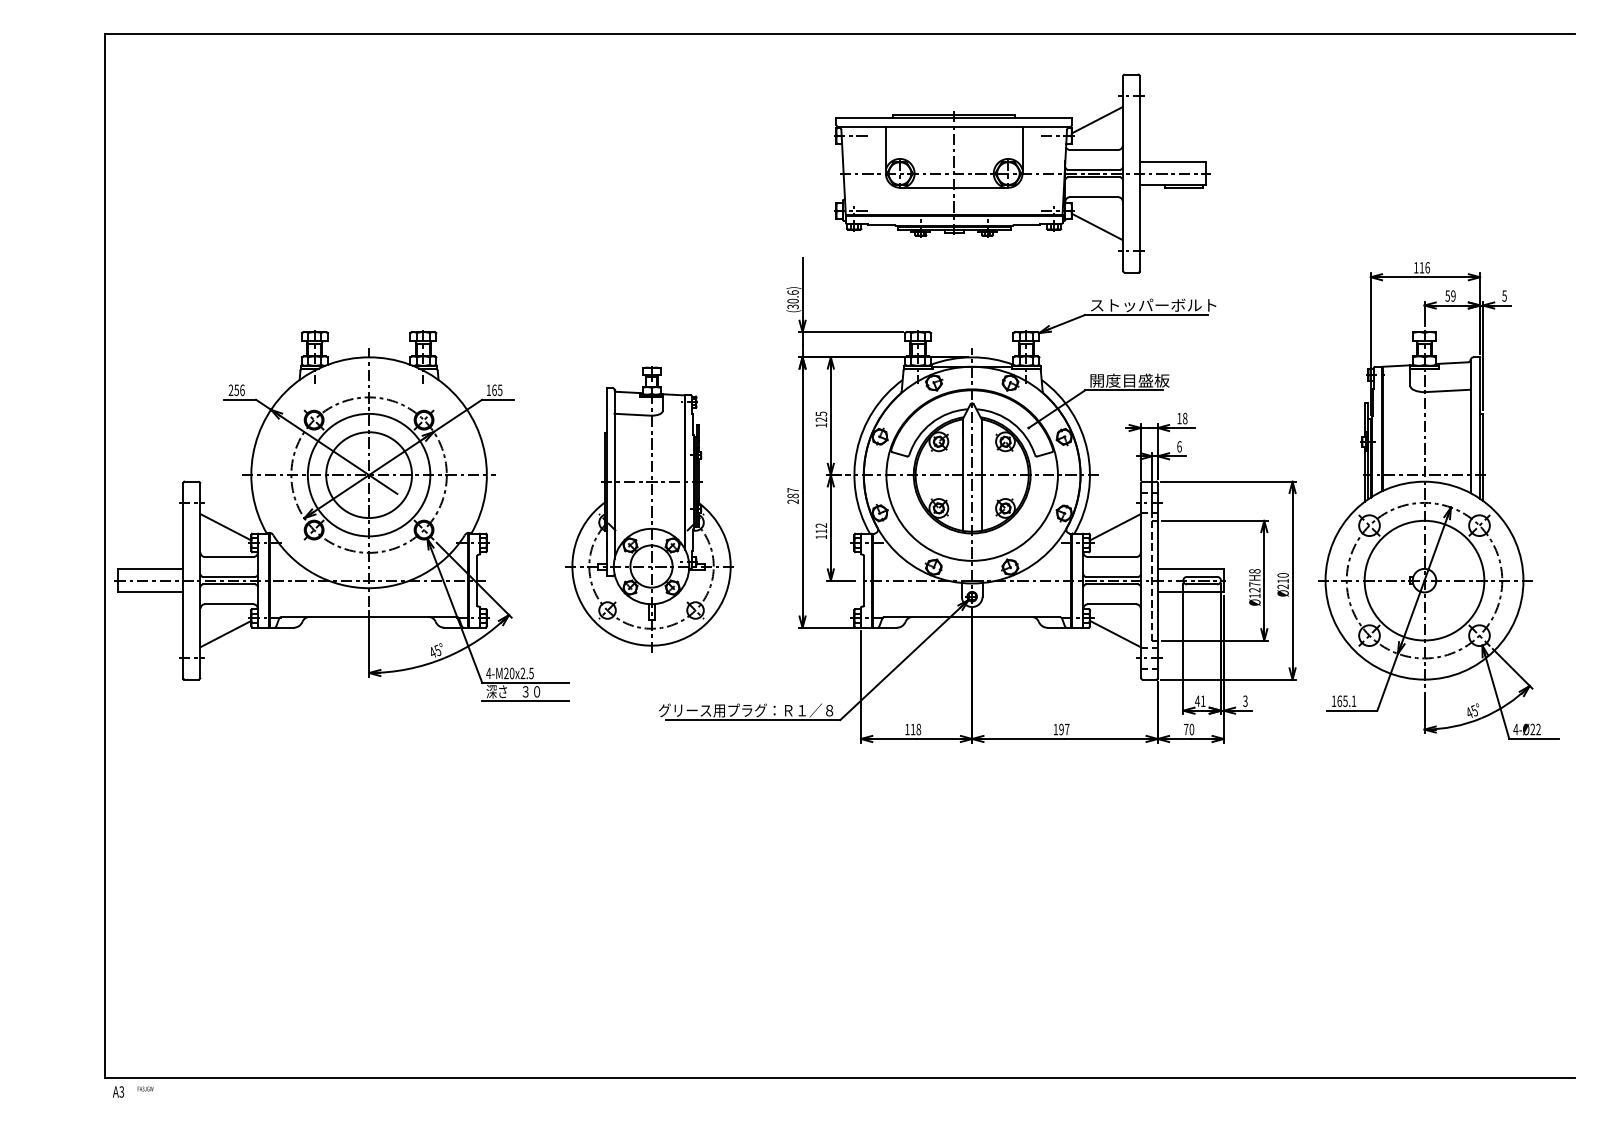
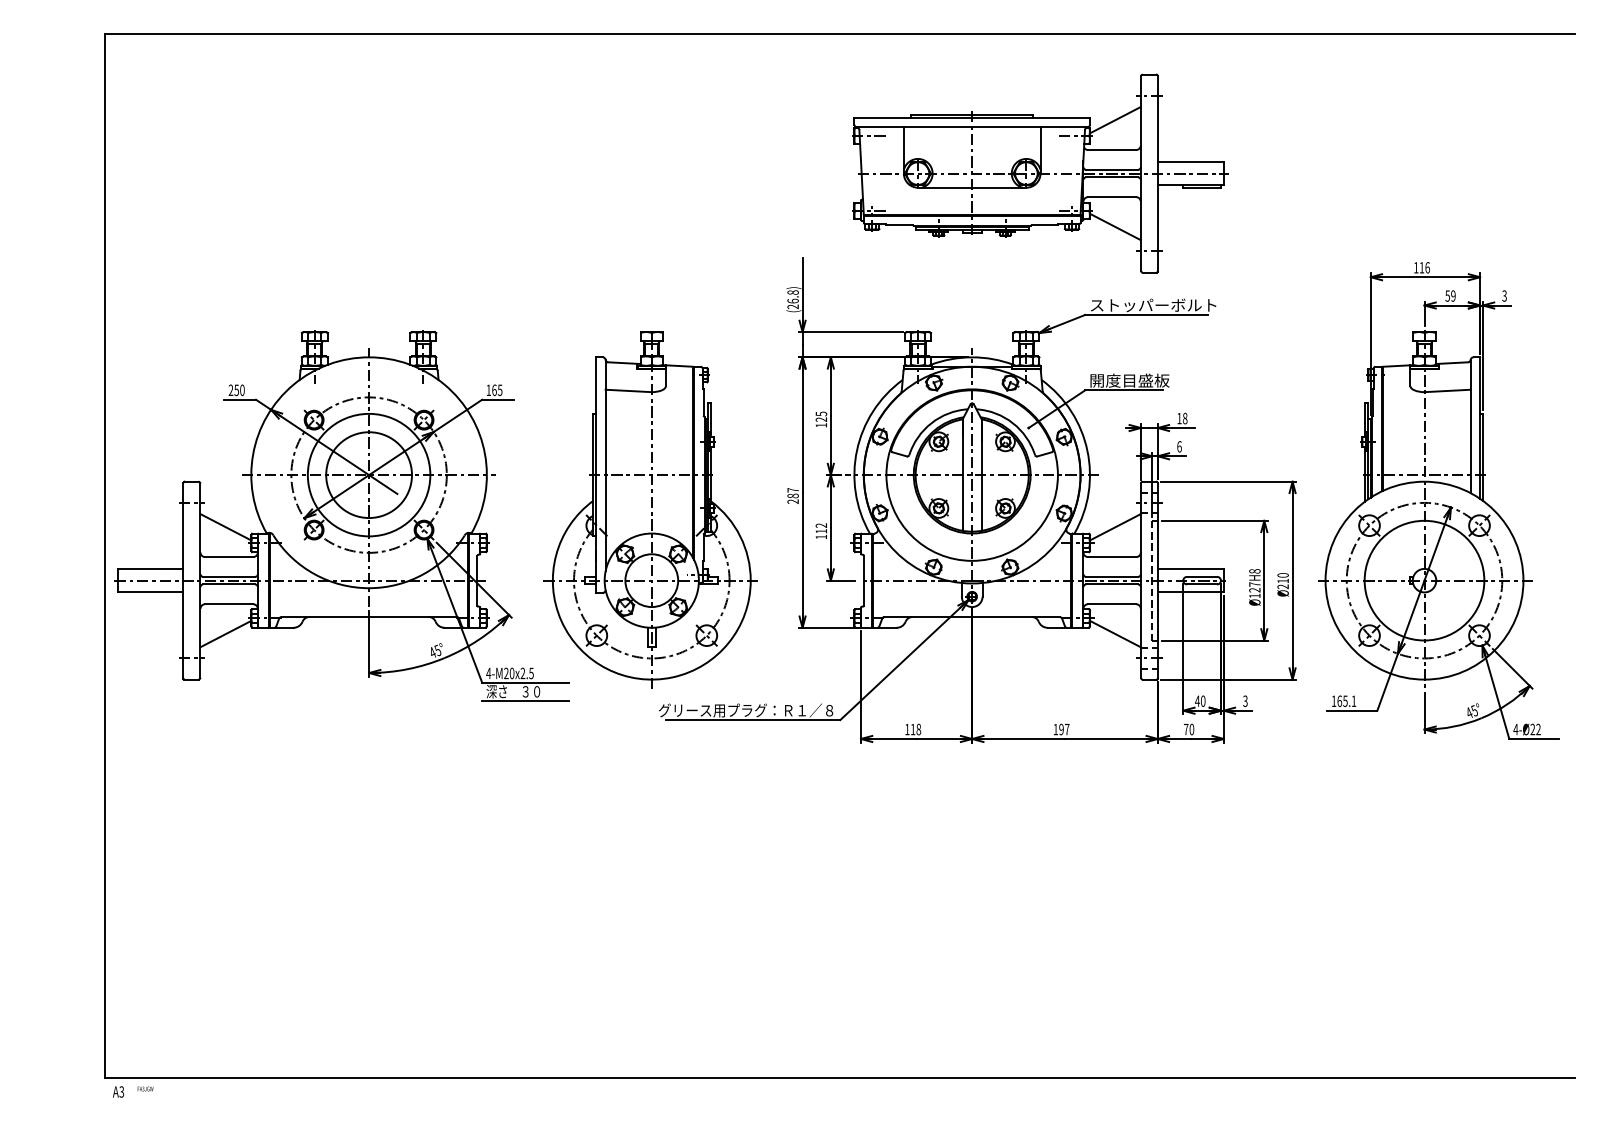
part at (1022, 173) position: (1022, 173) -> (1040, 173)
text at (1504, 295): 5 -> 3
text at (792, 299): (30.6) -> (26.8)
text at (242, 389): 256 -> 250
part at (649, 509) size: 169x287 px -> 215x358 px
text at (1203, 700): 41 -> 40
